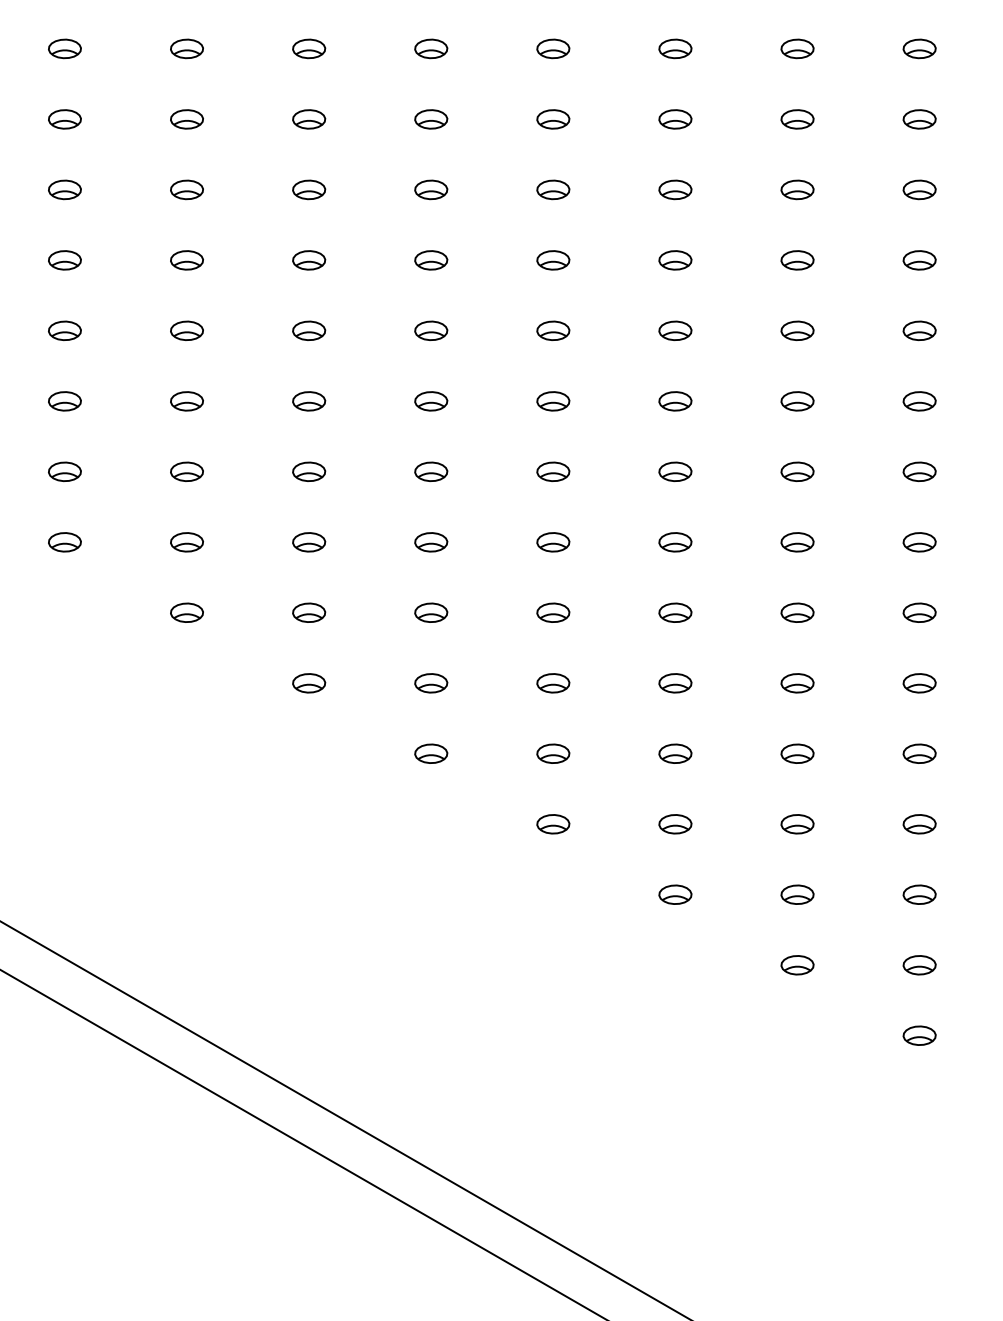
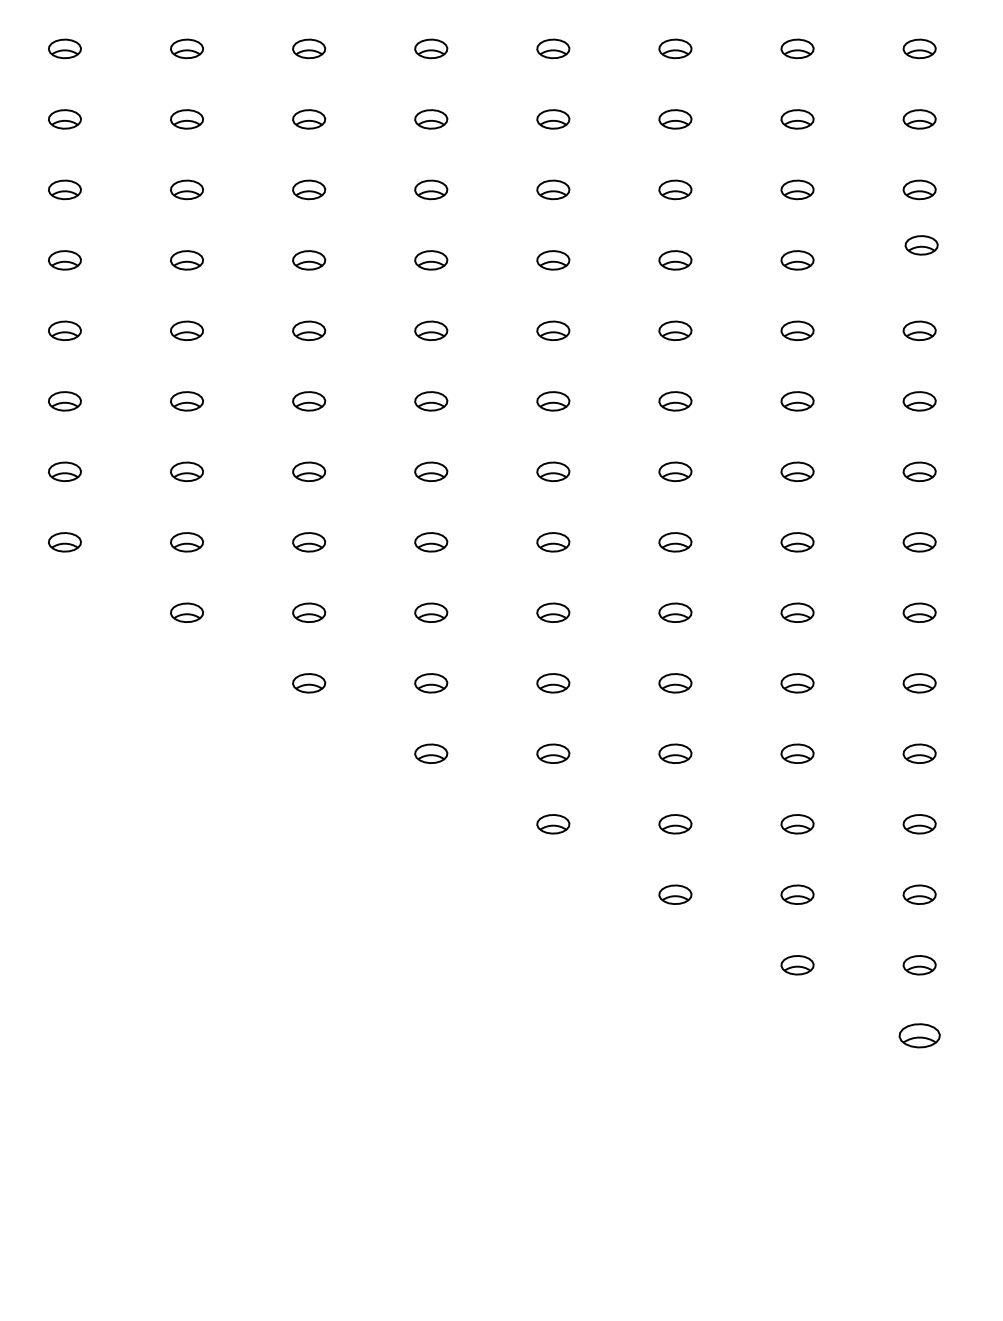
part at (919, 260) position: (919, 260) -> (921, 245)
part at (919, 1035) size: 35x21 px -> 43x26 px
line at (344, 1119): present -> none
line at (302, 1144): present -> none
